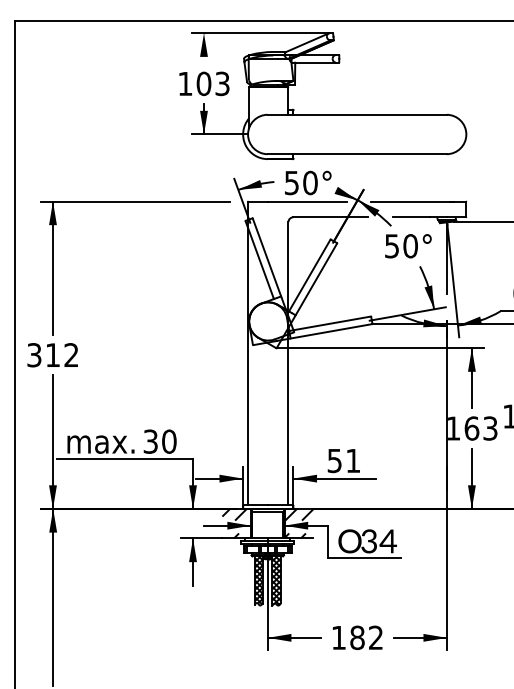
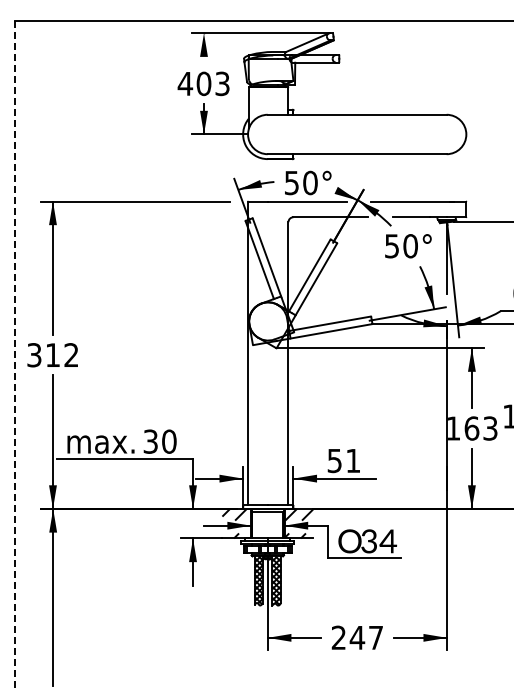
text at (185, 83): 103 -> 403
line at (15, 354): solid -> dashed
text at (356, 637): 182 -> 247
